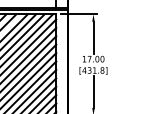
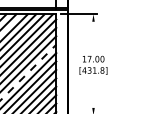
line at (93, 37): present -> none
line at (28, 72): solid -> dashed
line at (93, 91): present -> none
